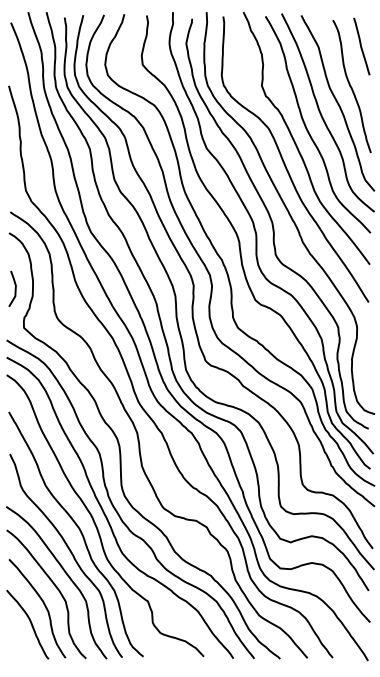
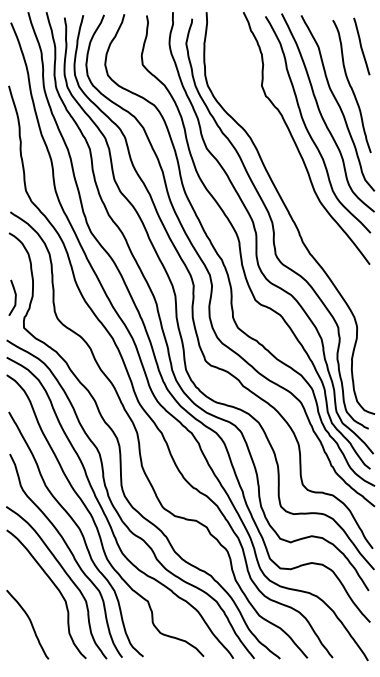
curve at (285, 163): present -> none
line at (14, 288) position: (14, 288) -> (14, 297)
curve at (43, 604): present -> none
